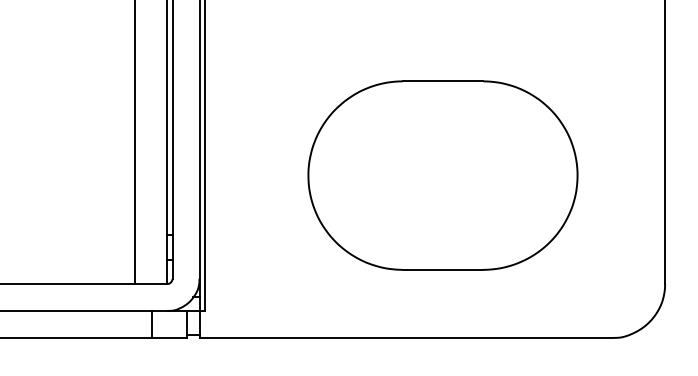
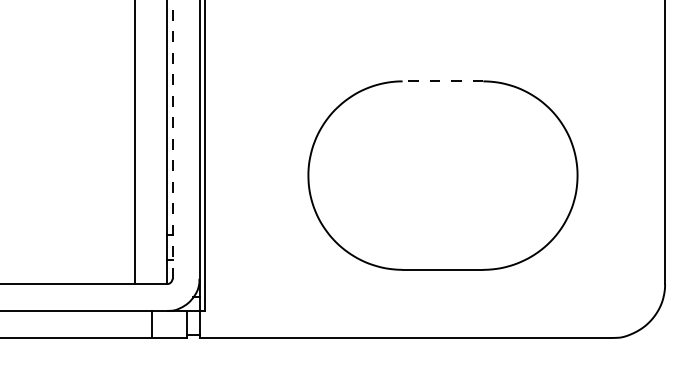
line at (442, 81): solid -> dashed
line at (172, 139): solid -> dashed
